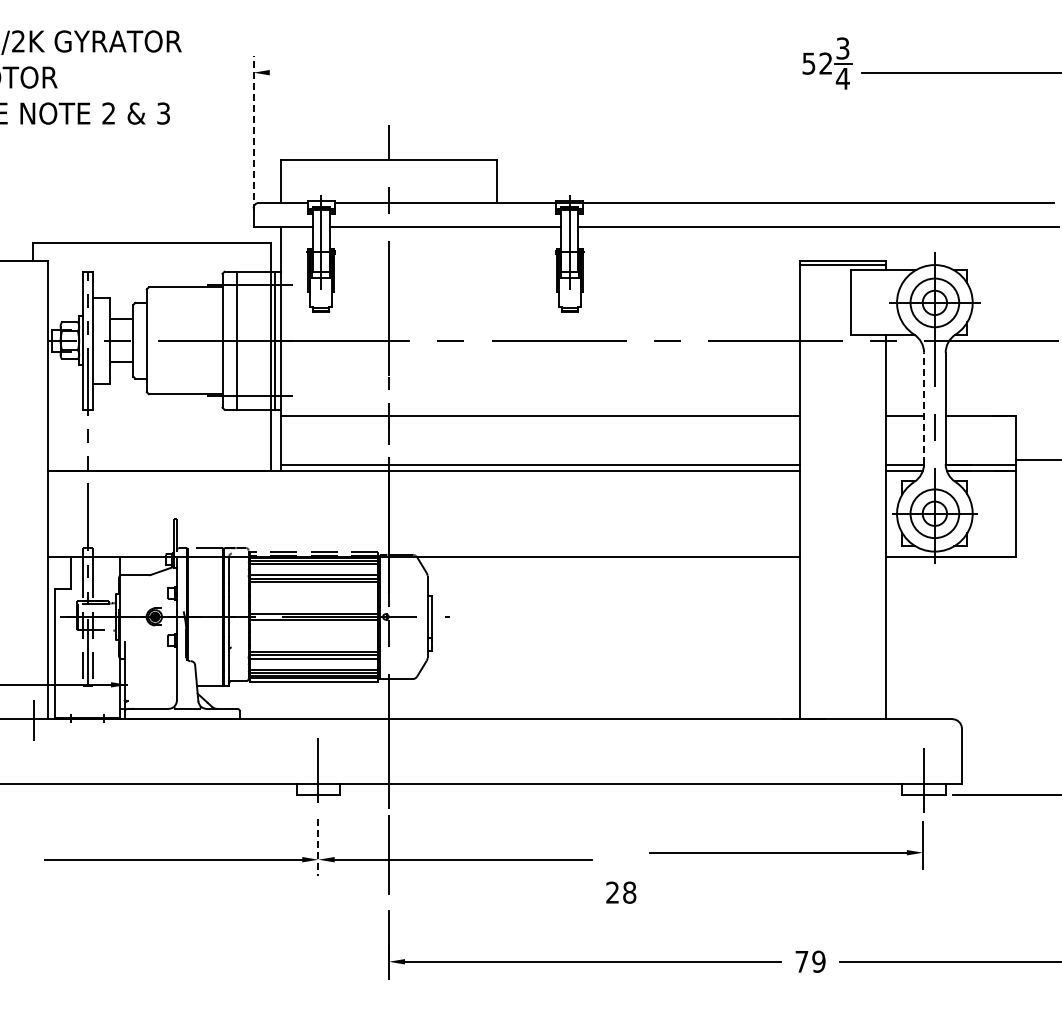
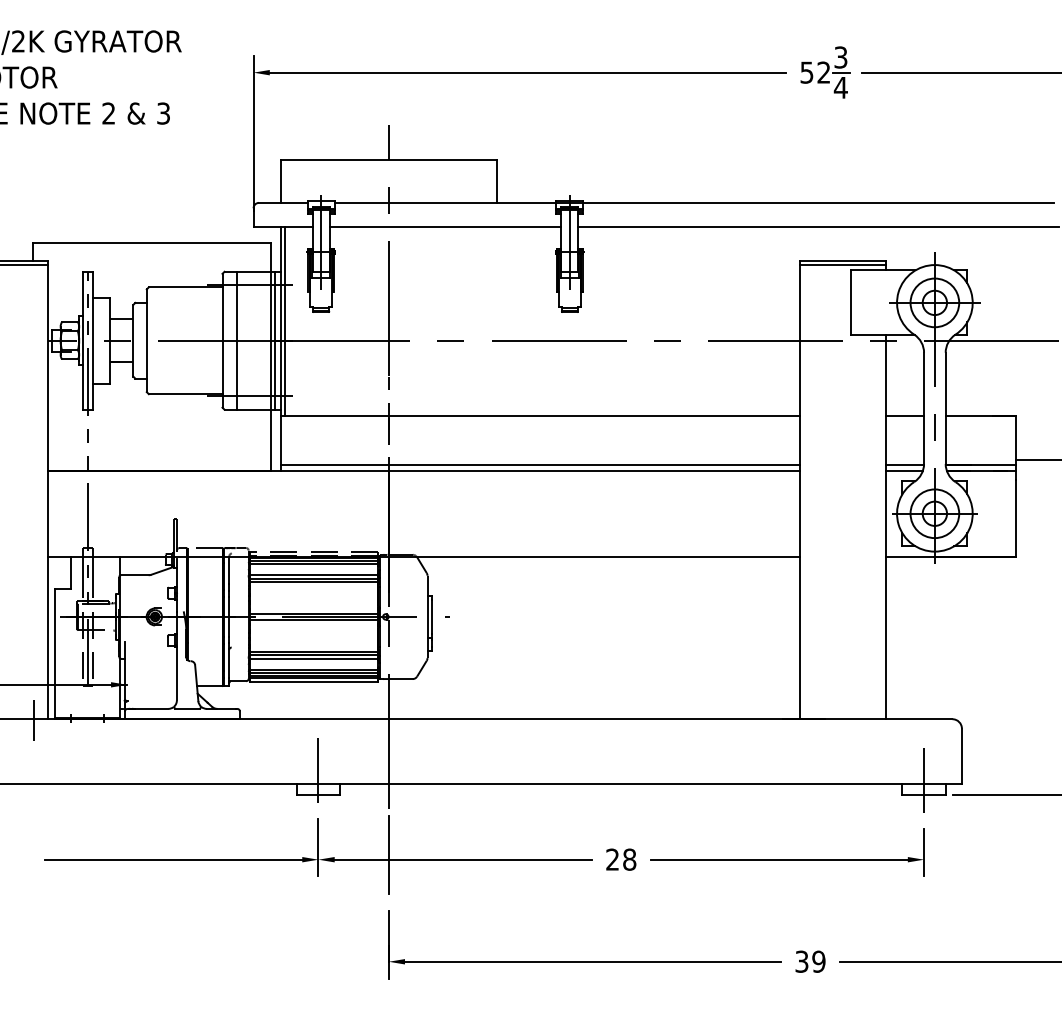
part at (827, 63) position: (827, 63) -> (825, 72)
line at (527, 72): none -> present
line at (253, 133): dashed -> solid
line at (25, 265): none -> present
line at (284, 321): none -> present
line at (924, 408): dashed -> solid
line at (318, 848): dashed -> solid
part at (786, 852) position: (786, 852) -> (787, 859)
text at (621, 892) position: (621, 892) -> (621, 859)
text at (801, 961): 79 -> 39
